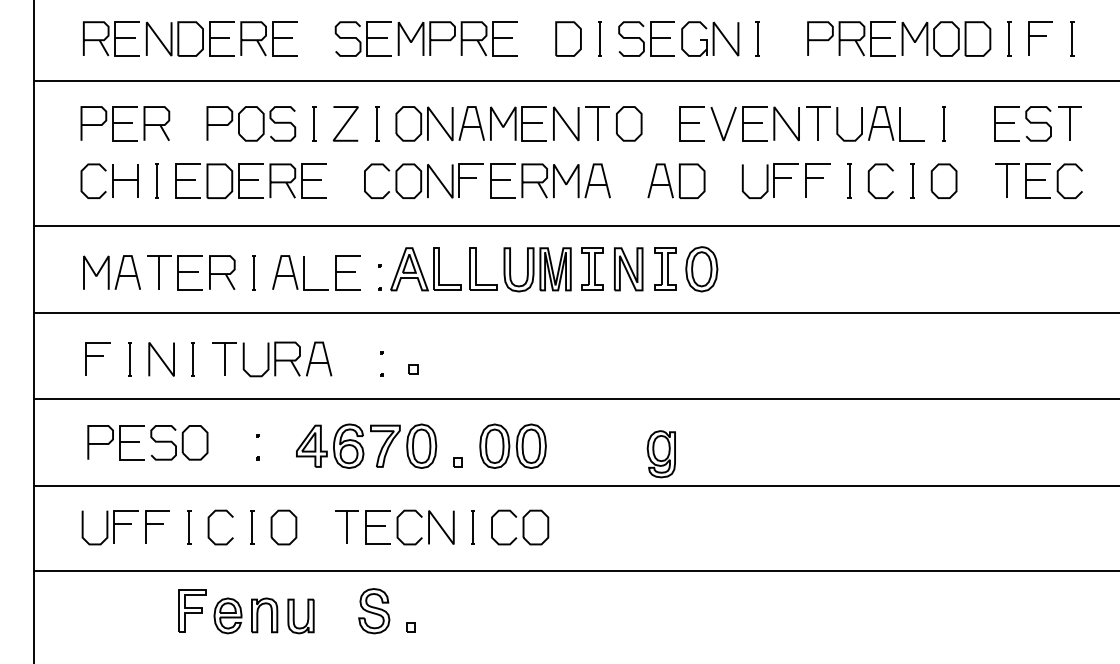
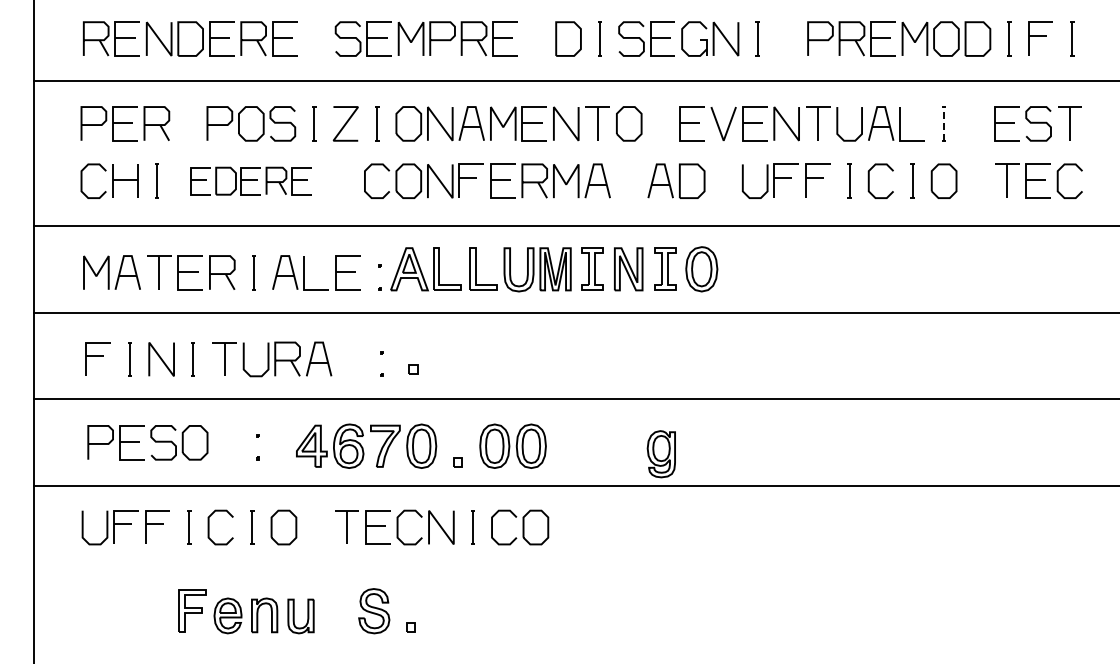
line at (944, 123): solid -> dashed
part at (250, 180) size: 152x36 px -> 122x30 px
line at (574, 570): present -> none
